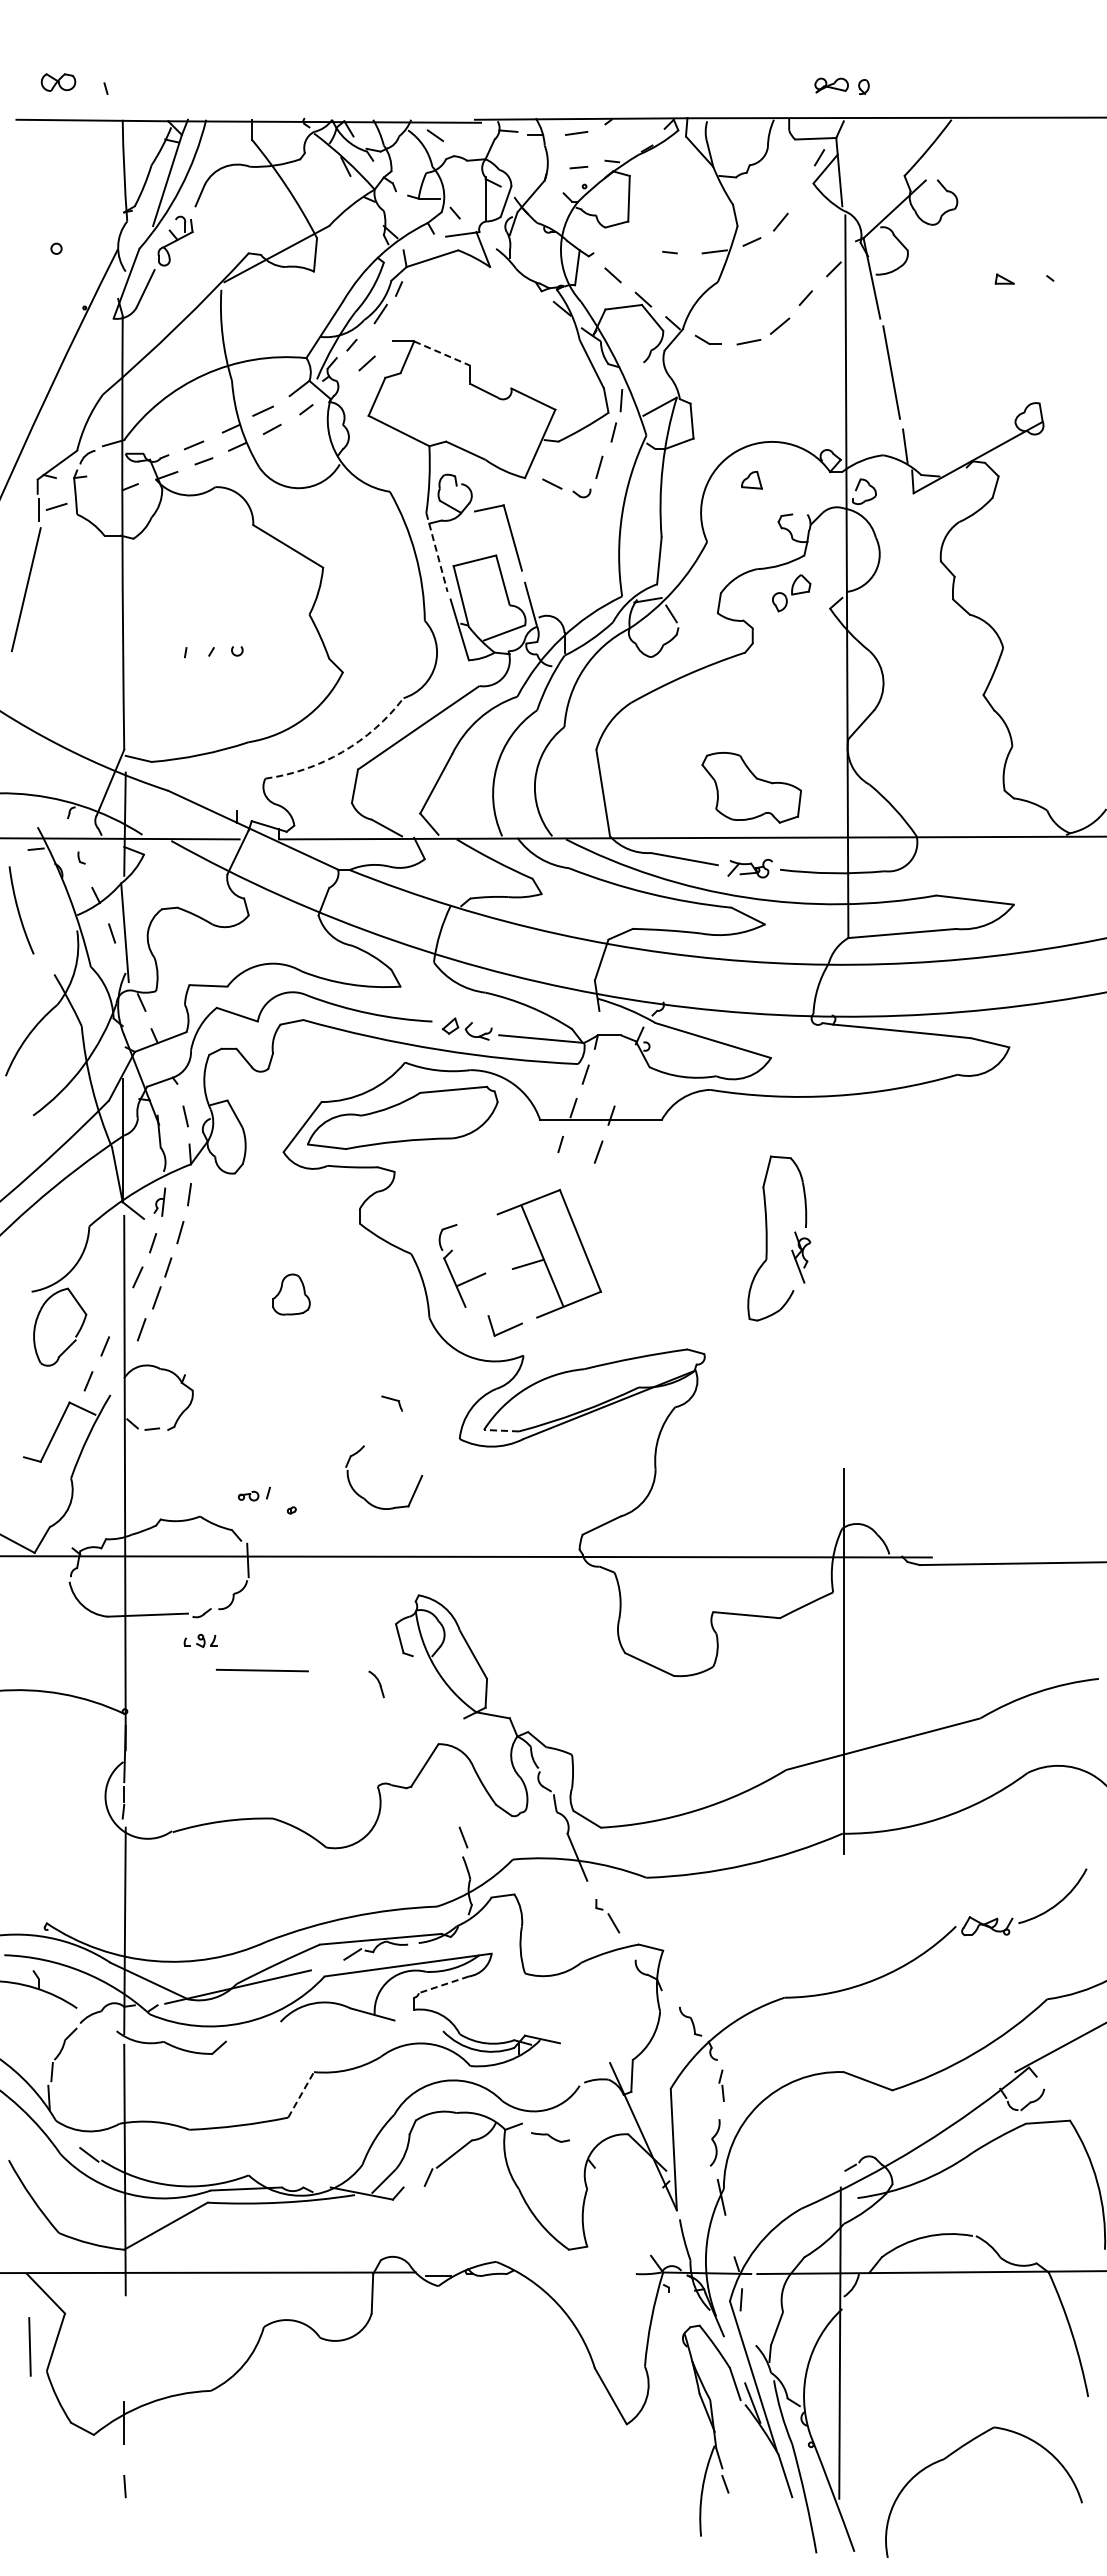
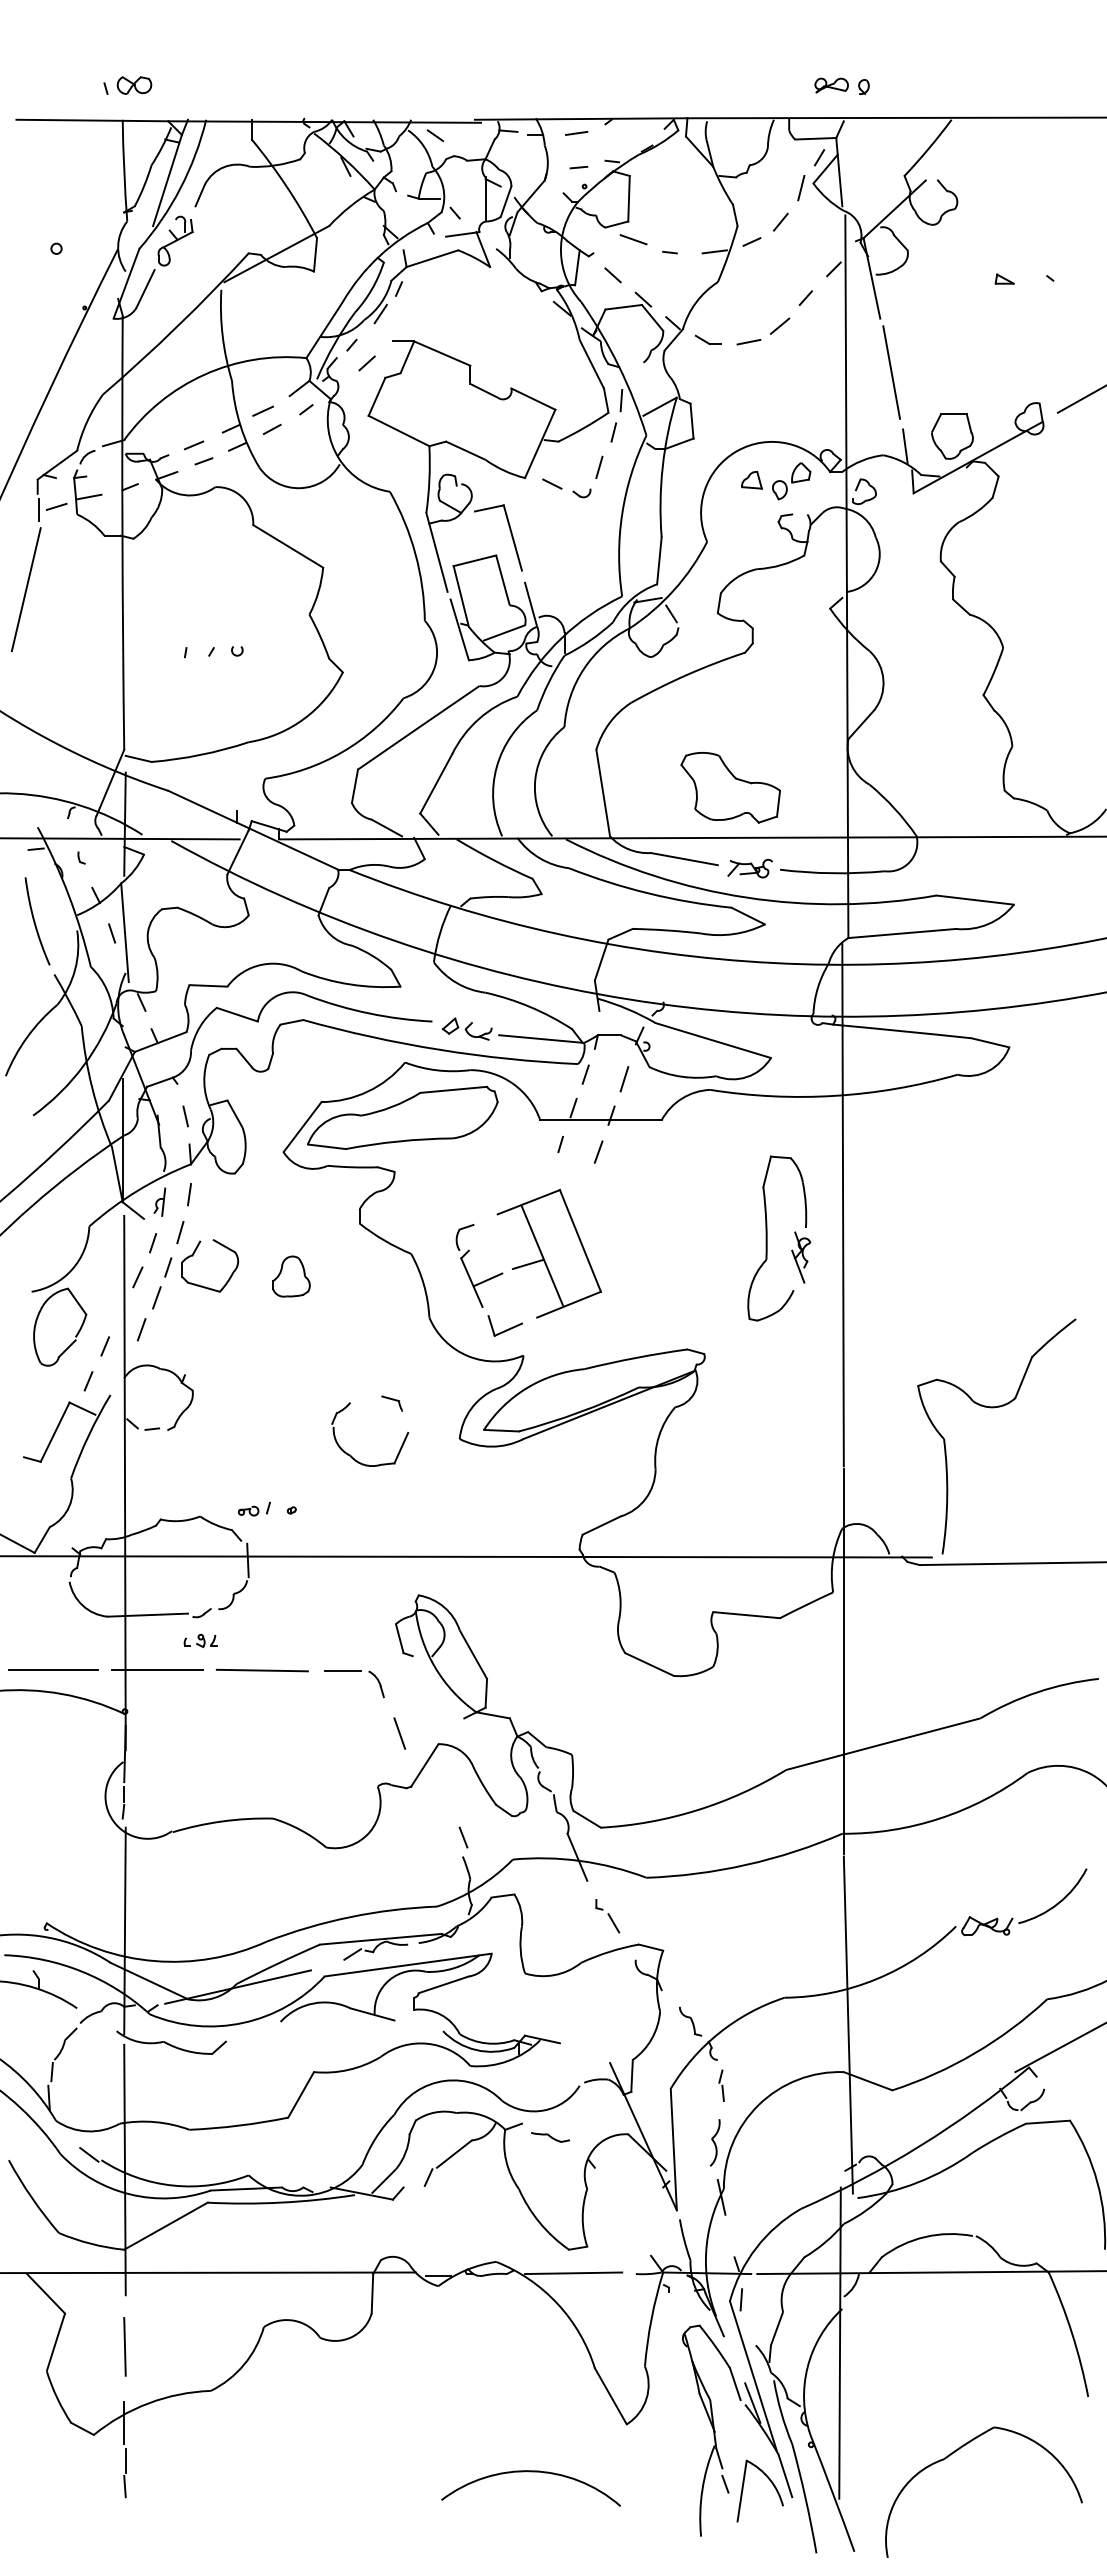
part at (58, 82) position: (58, 82) -> (134, 85)
line at (801, 187): none -> present
line at (633, 239): none -> present
line at (442, 353): dashed -> solid
line at (1080, 399): none -> present
part at (952, 436): none -> present
line at (89, 496): none -> present
line at (436, 552): dashed -> solid
part at (791, 593) position: (791, 593) -> (791, 481)
arc at (342, 752): dashed -> solid
part at (751, 787) position: (751, 787) -> (730, 787)
arc at (19, 910) position: (19, 910) -> (35, 921)
line at (624, 1079): none -> present
line at (842, 1205): none -> present
part at (194, 1254): none -> present
part at (450, 1269) position: (450, 1269) -> (467, 1269)
part at (291, 1294) position: (291, 1294) -> (291, 1276)
part at (994, 1408): none -> present
line at (501, 1430): dashed -> solid
part at (254, 1493) position: (254, 1493) -> (254, 1508)
part at (364, 1497) position: (364, 1497) -> (350, 1454)
line at (53, 1669): none -> present
line at (157, 1669): none -> present
line at (342, 1671): none -> present
line at (399, 1733): none -> present
line at (443, 1984): dashed -> solid
line at (847, 2024): none -> present
line at (301, 2094): dashed -> solid
line at (573, 2273): none -> present
line at (29, 2346) position: (29, 2346) -> (124, 2346)
line at (125, 2460): none -> present
arc at (530, 2472): none -> present
part at (771, 2483): none -> present
